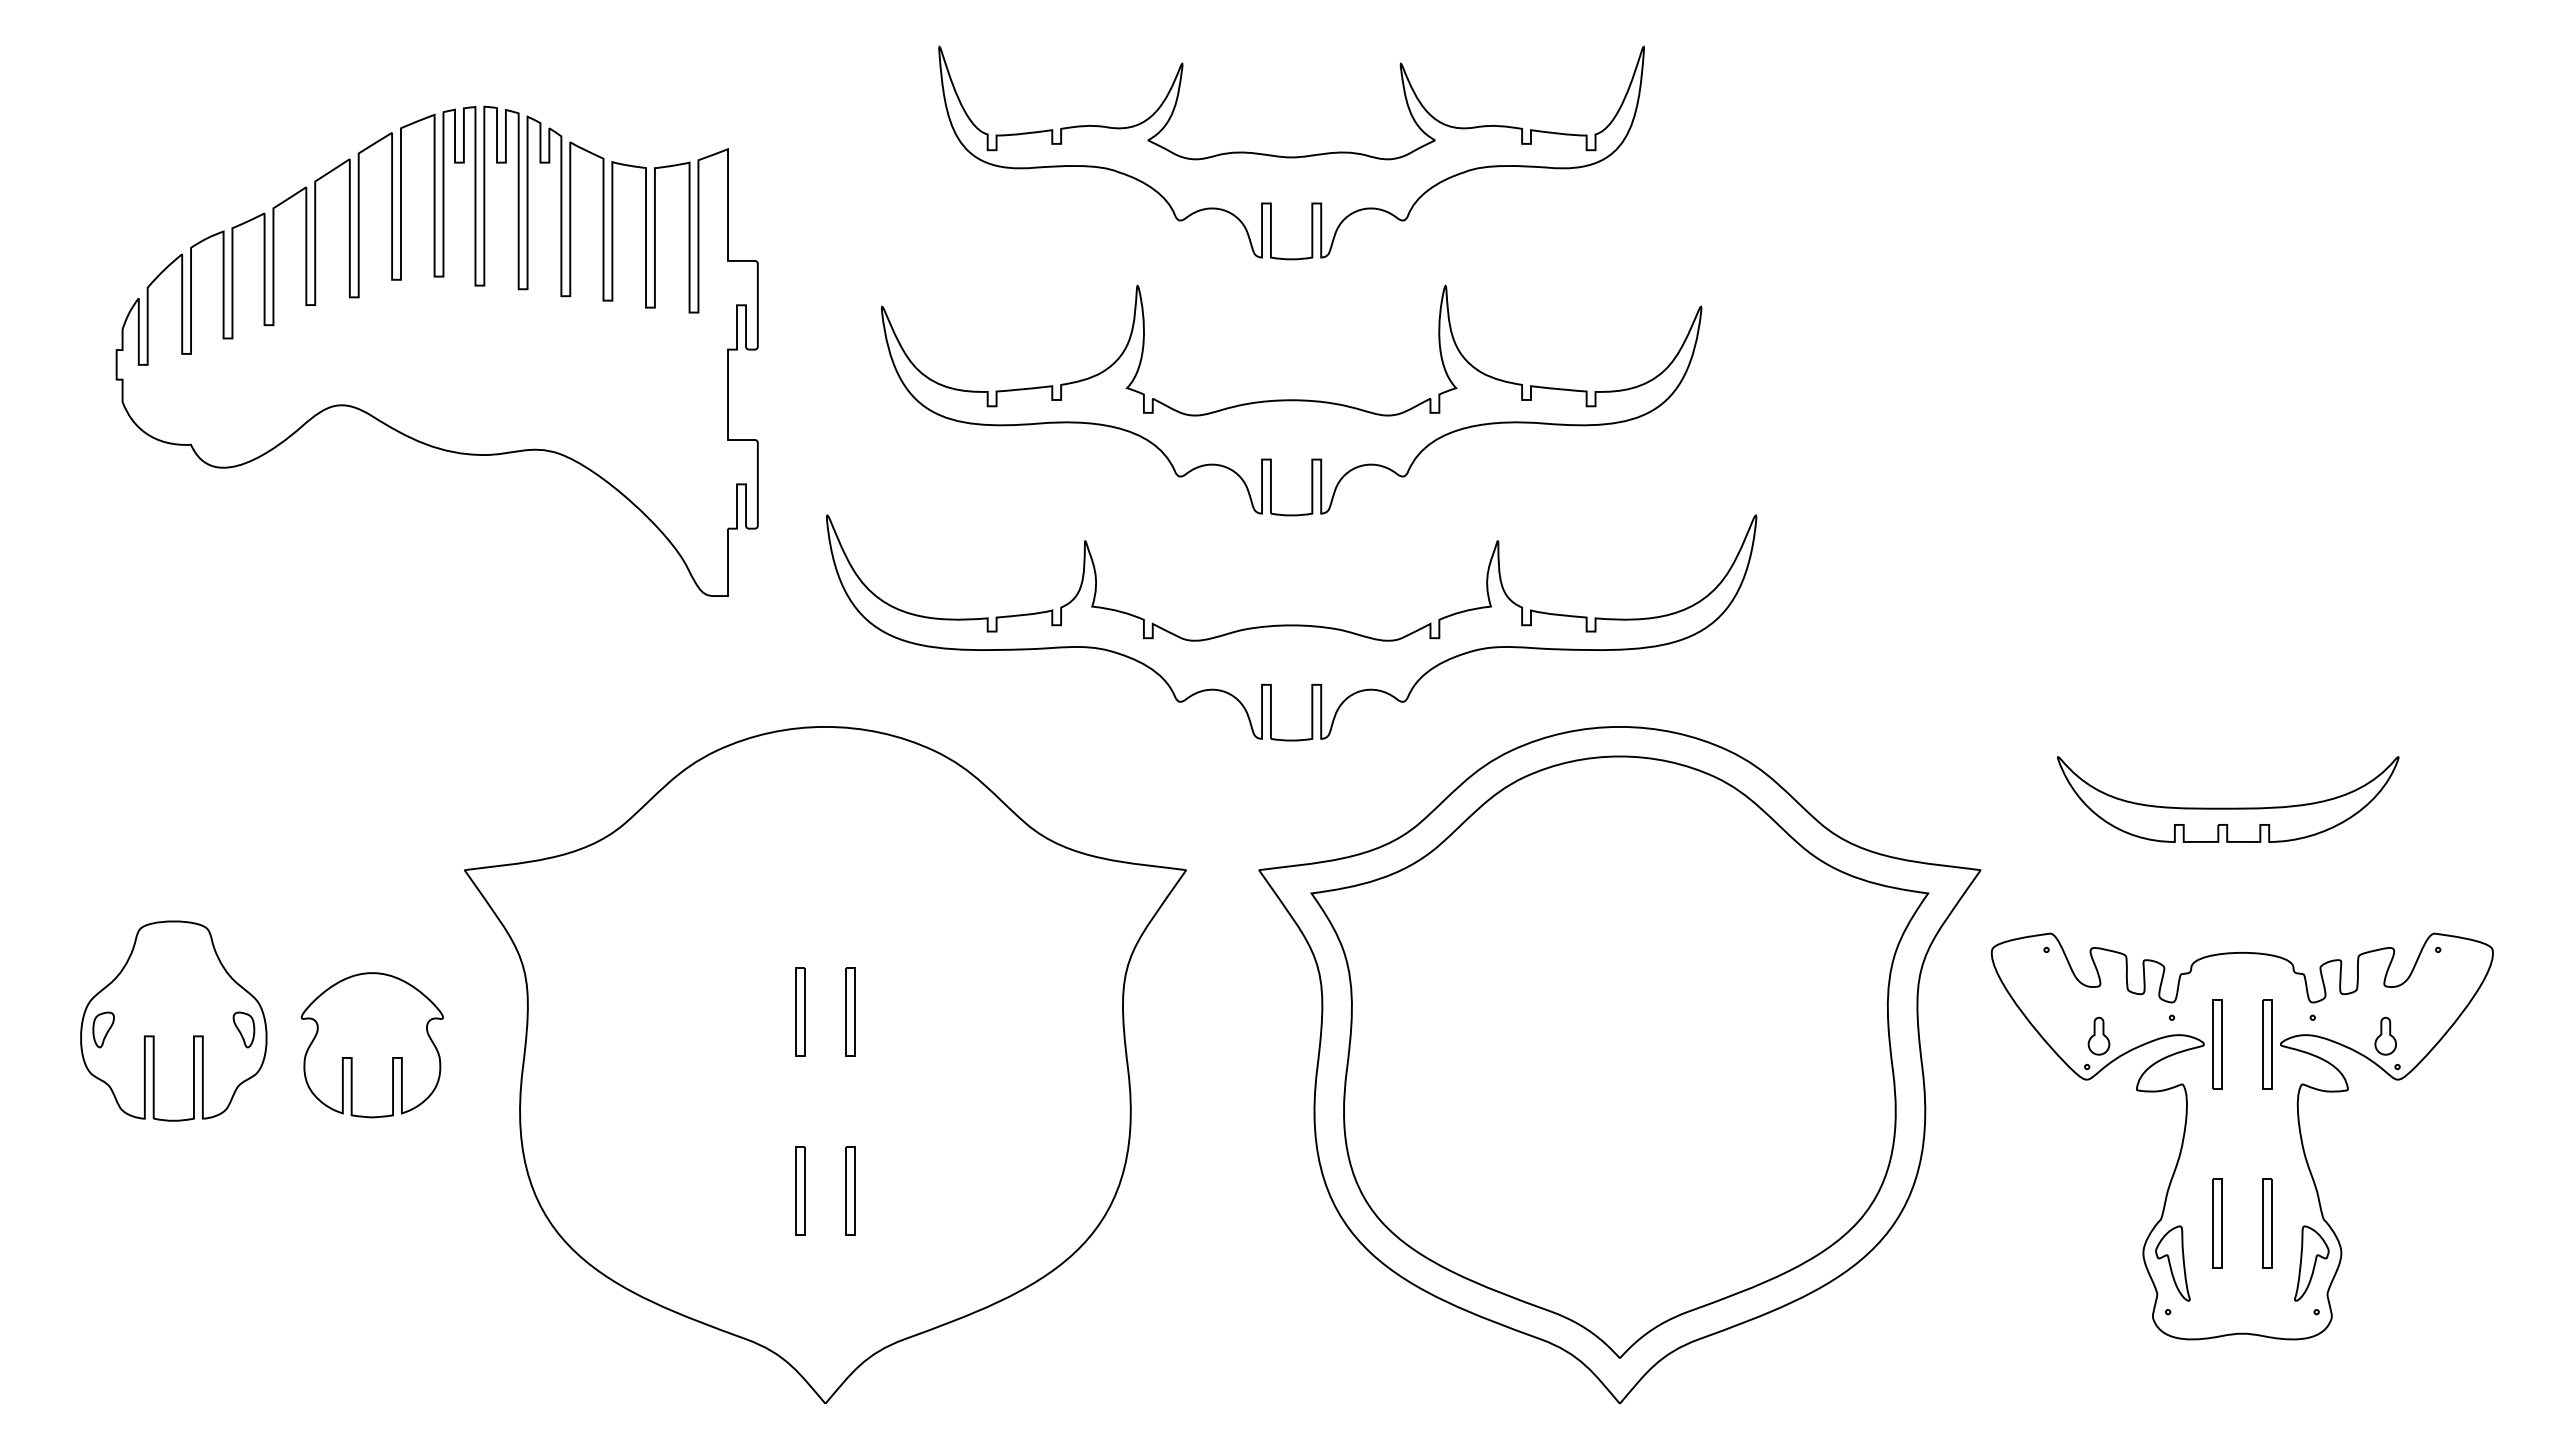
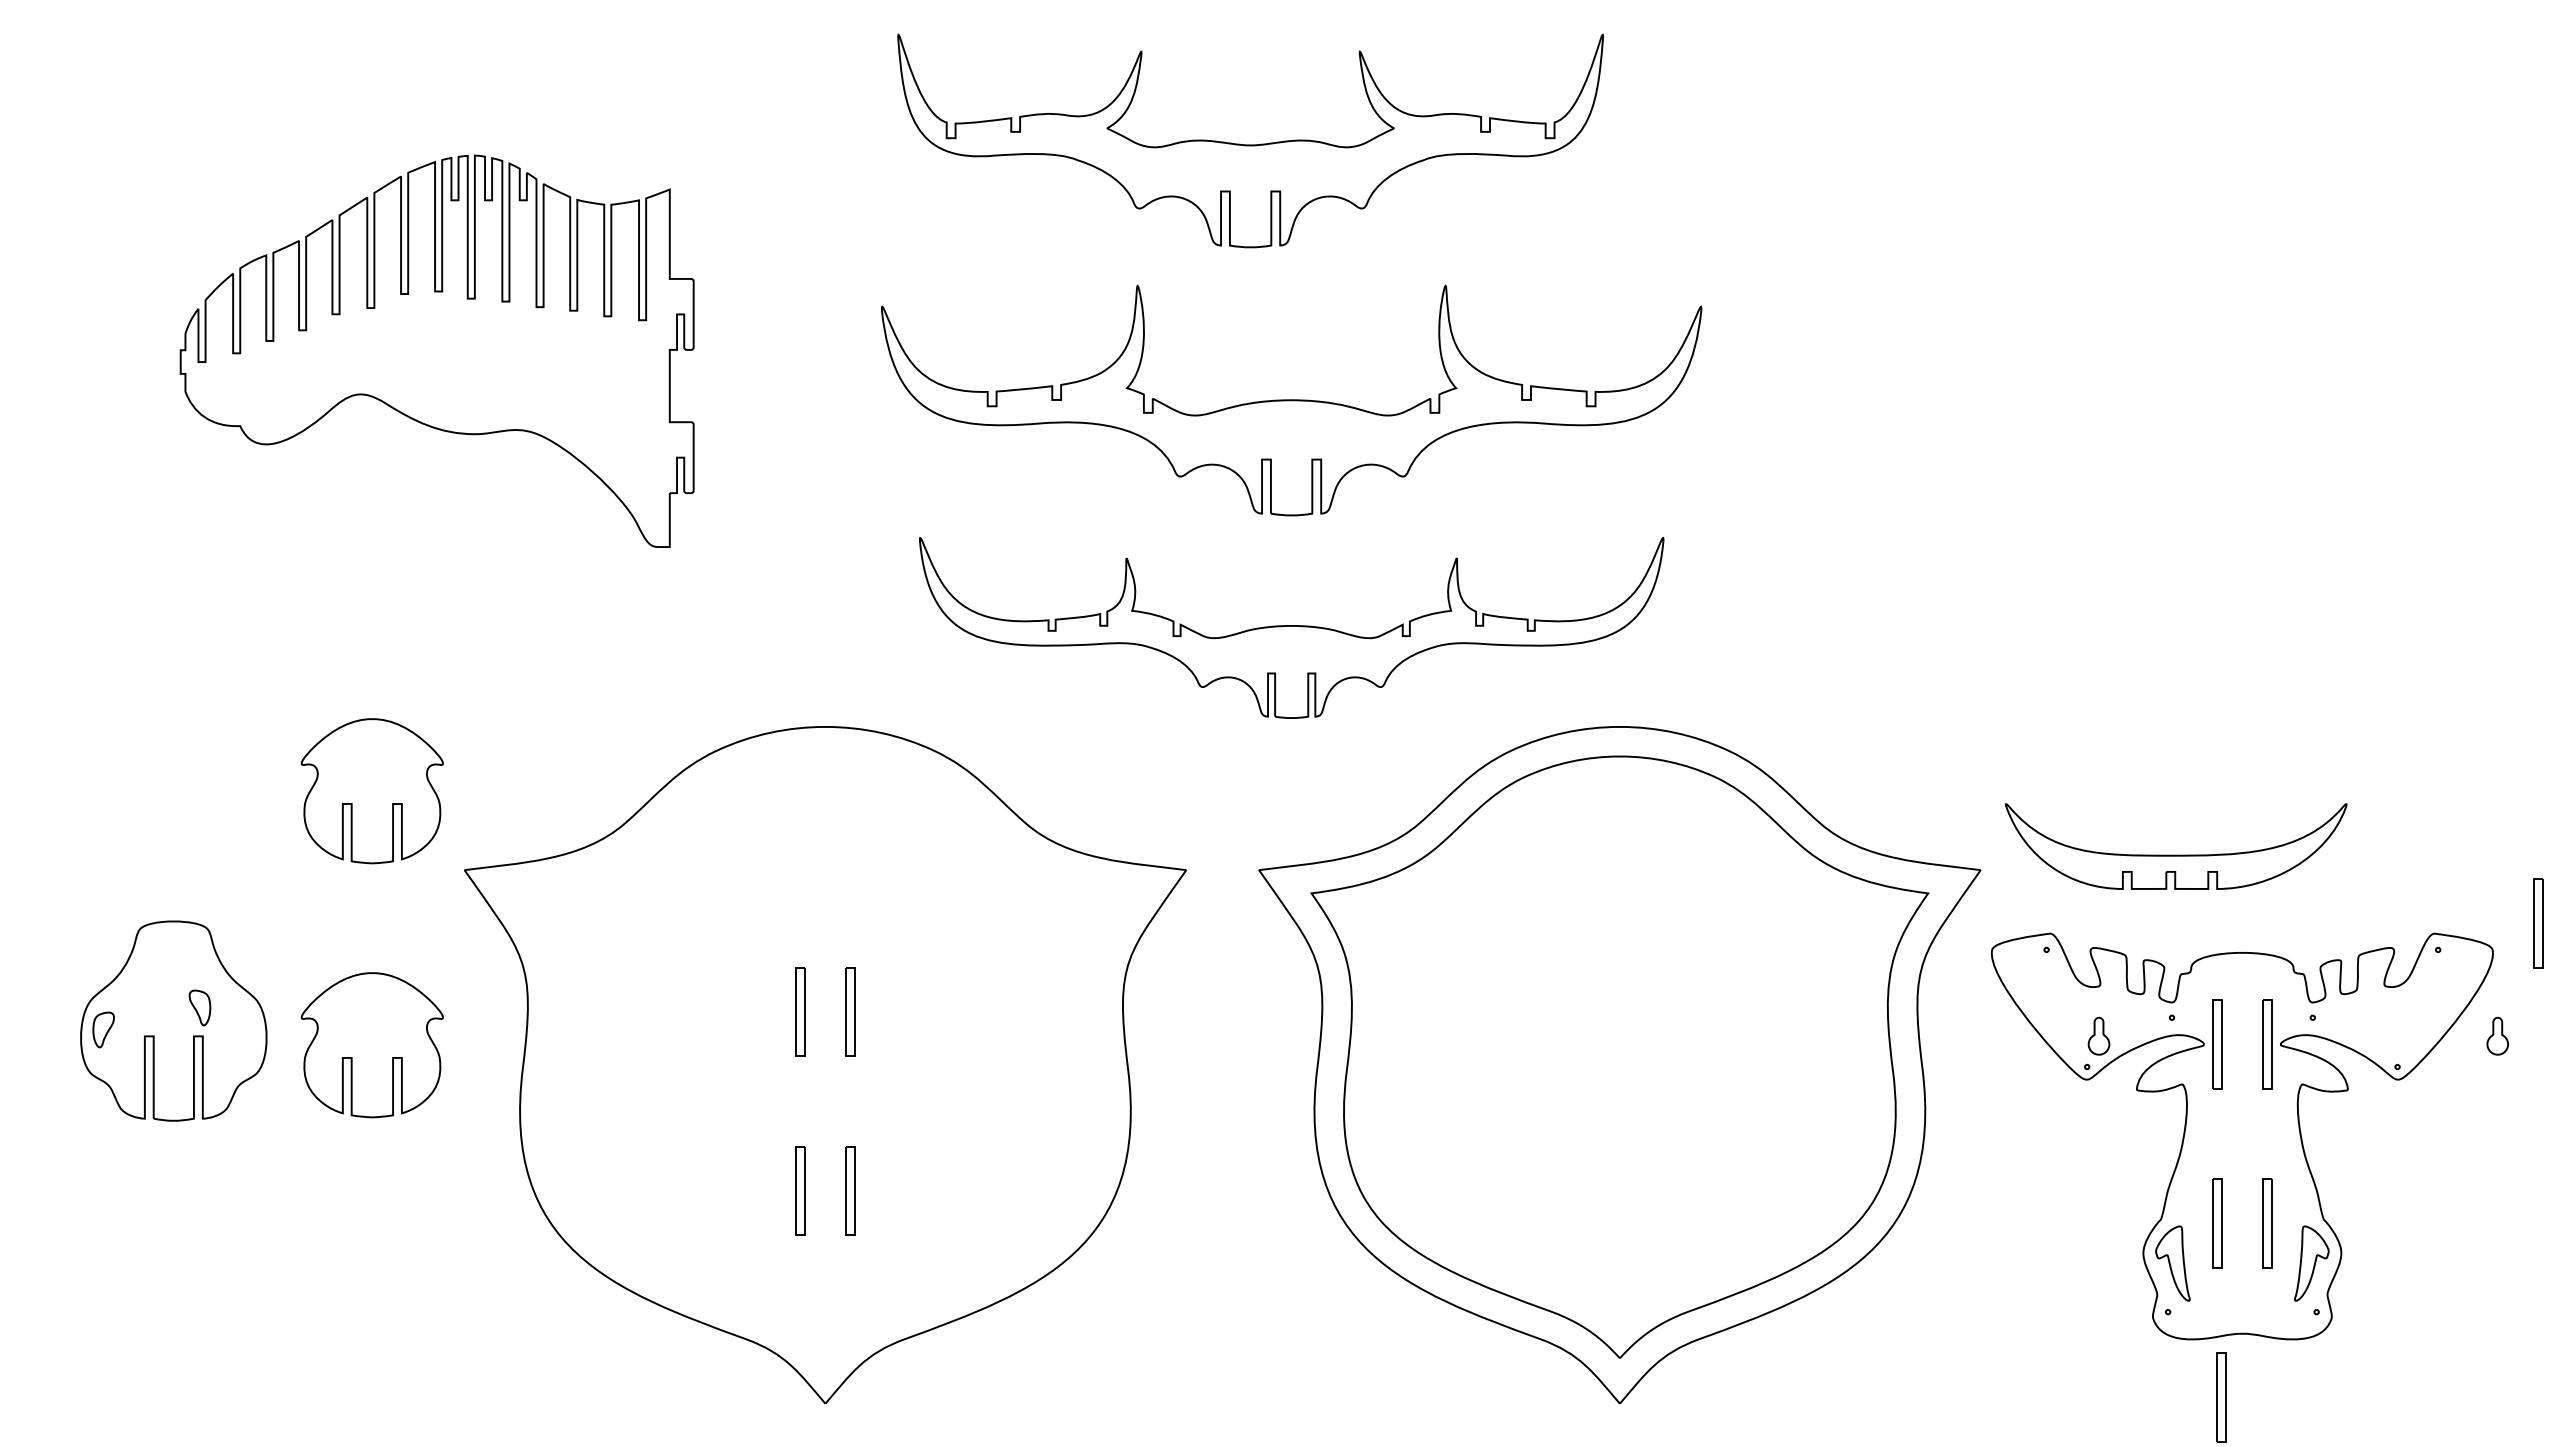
part at (1291, 152) position: (1291, 152) -> (1250, 140)
part at (436, 350) size: 644x492 px -> 516x394 px
part at (1291, 627) size: 932x228 px -> 746x183 px
part at (371, 791): none -> present
part at (2228, 807) position: (2228, 807) -> (2176, 854)
part at (2538, 923): none -> present
part at (243, 1029) position: (243, 1029) -> (199, 1007)
part at (2385, 1035) position: (2385, 1035) -> (2497, 1035)
part at (2221, 1397): none -> present
